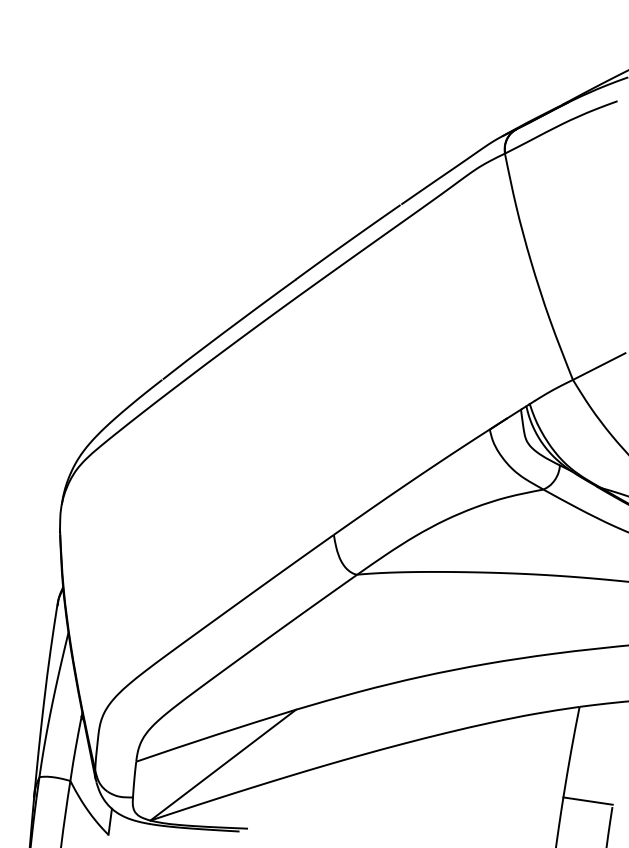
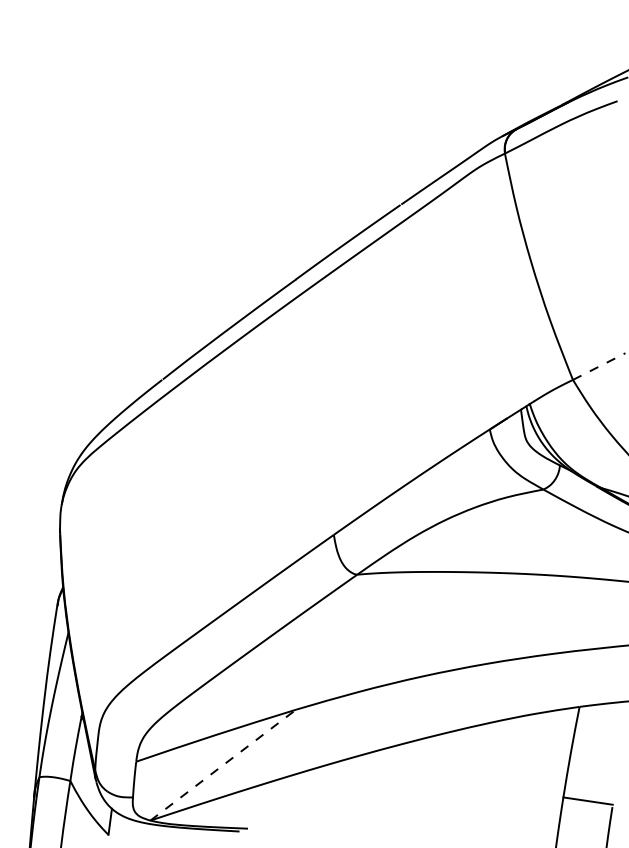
line at (599, 366): solid -> dashed
line at (223, 765): solid -> dashed
